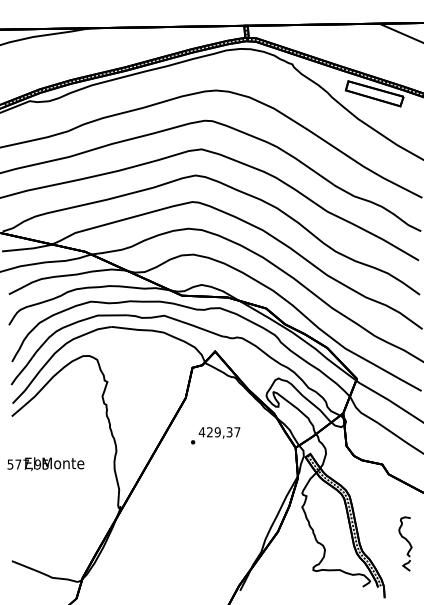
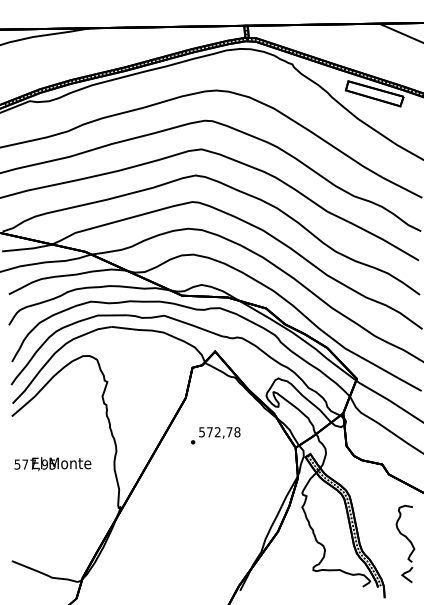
text at (219, 432): 429,37 -> 572,78
text at (45, 464) position: (45, 464) -> (52, 464)
part at (405, 543) size: 15x56 px -> 21x80 px
